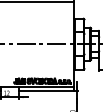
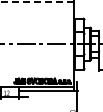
line at (37, 1): solid -> dashed
